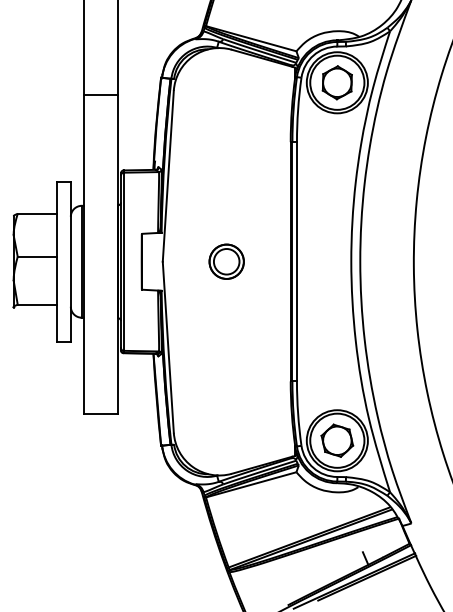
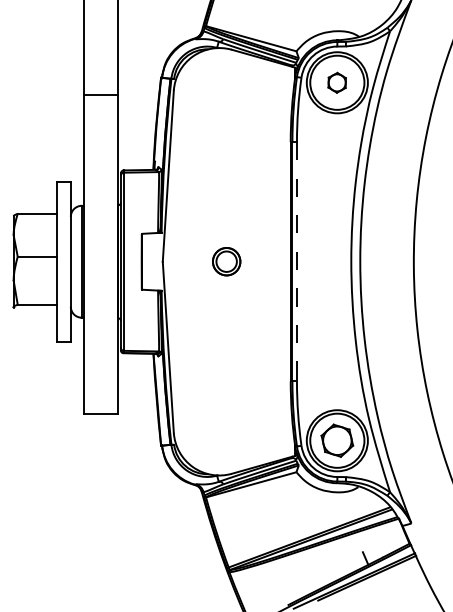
part at (336, 82) size: 32x36 px -> 20x23 px
part at (226, 261) size: 37x37 px -> 30x30 px
line at (296, 261): solid -> dashed
